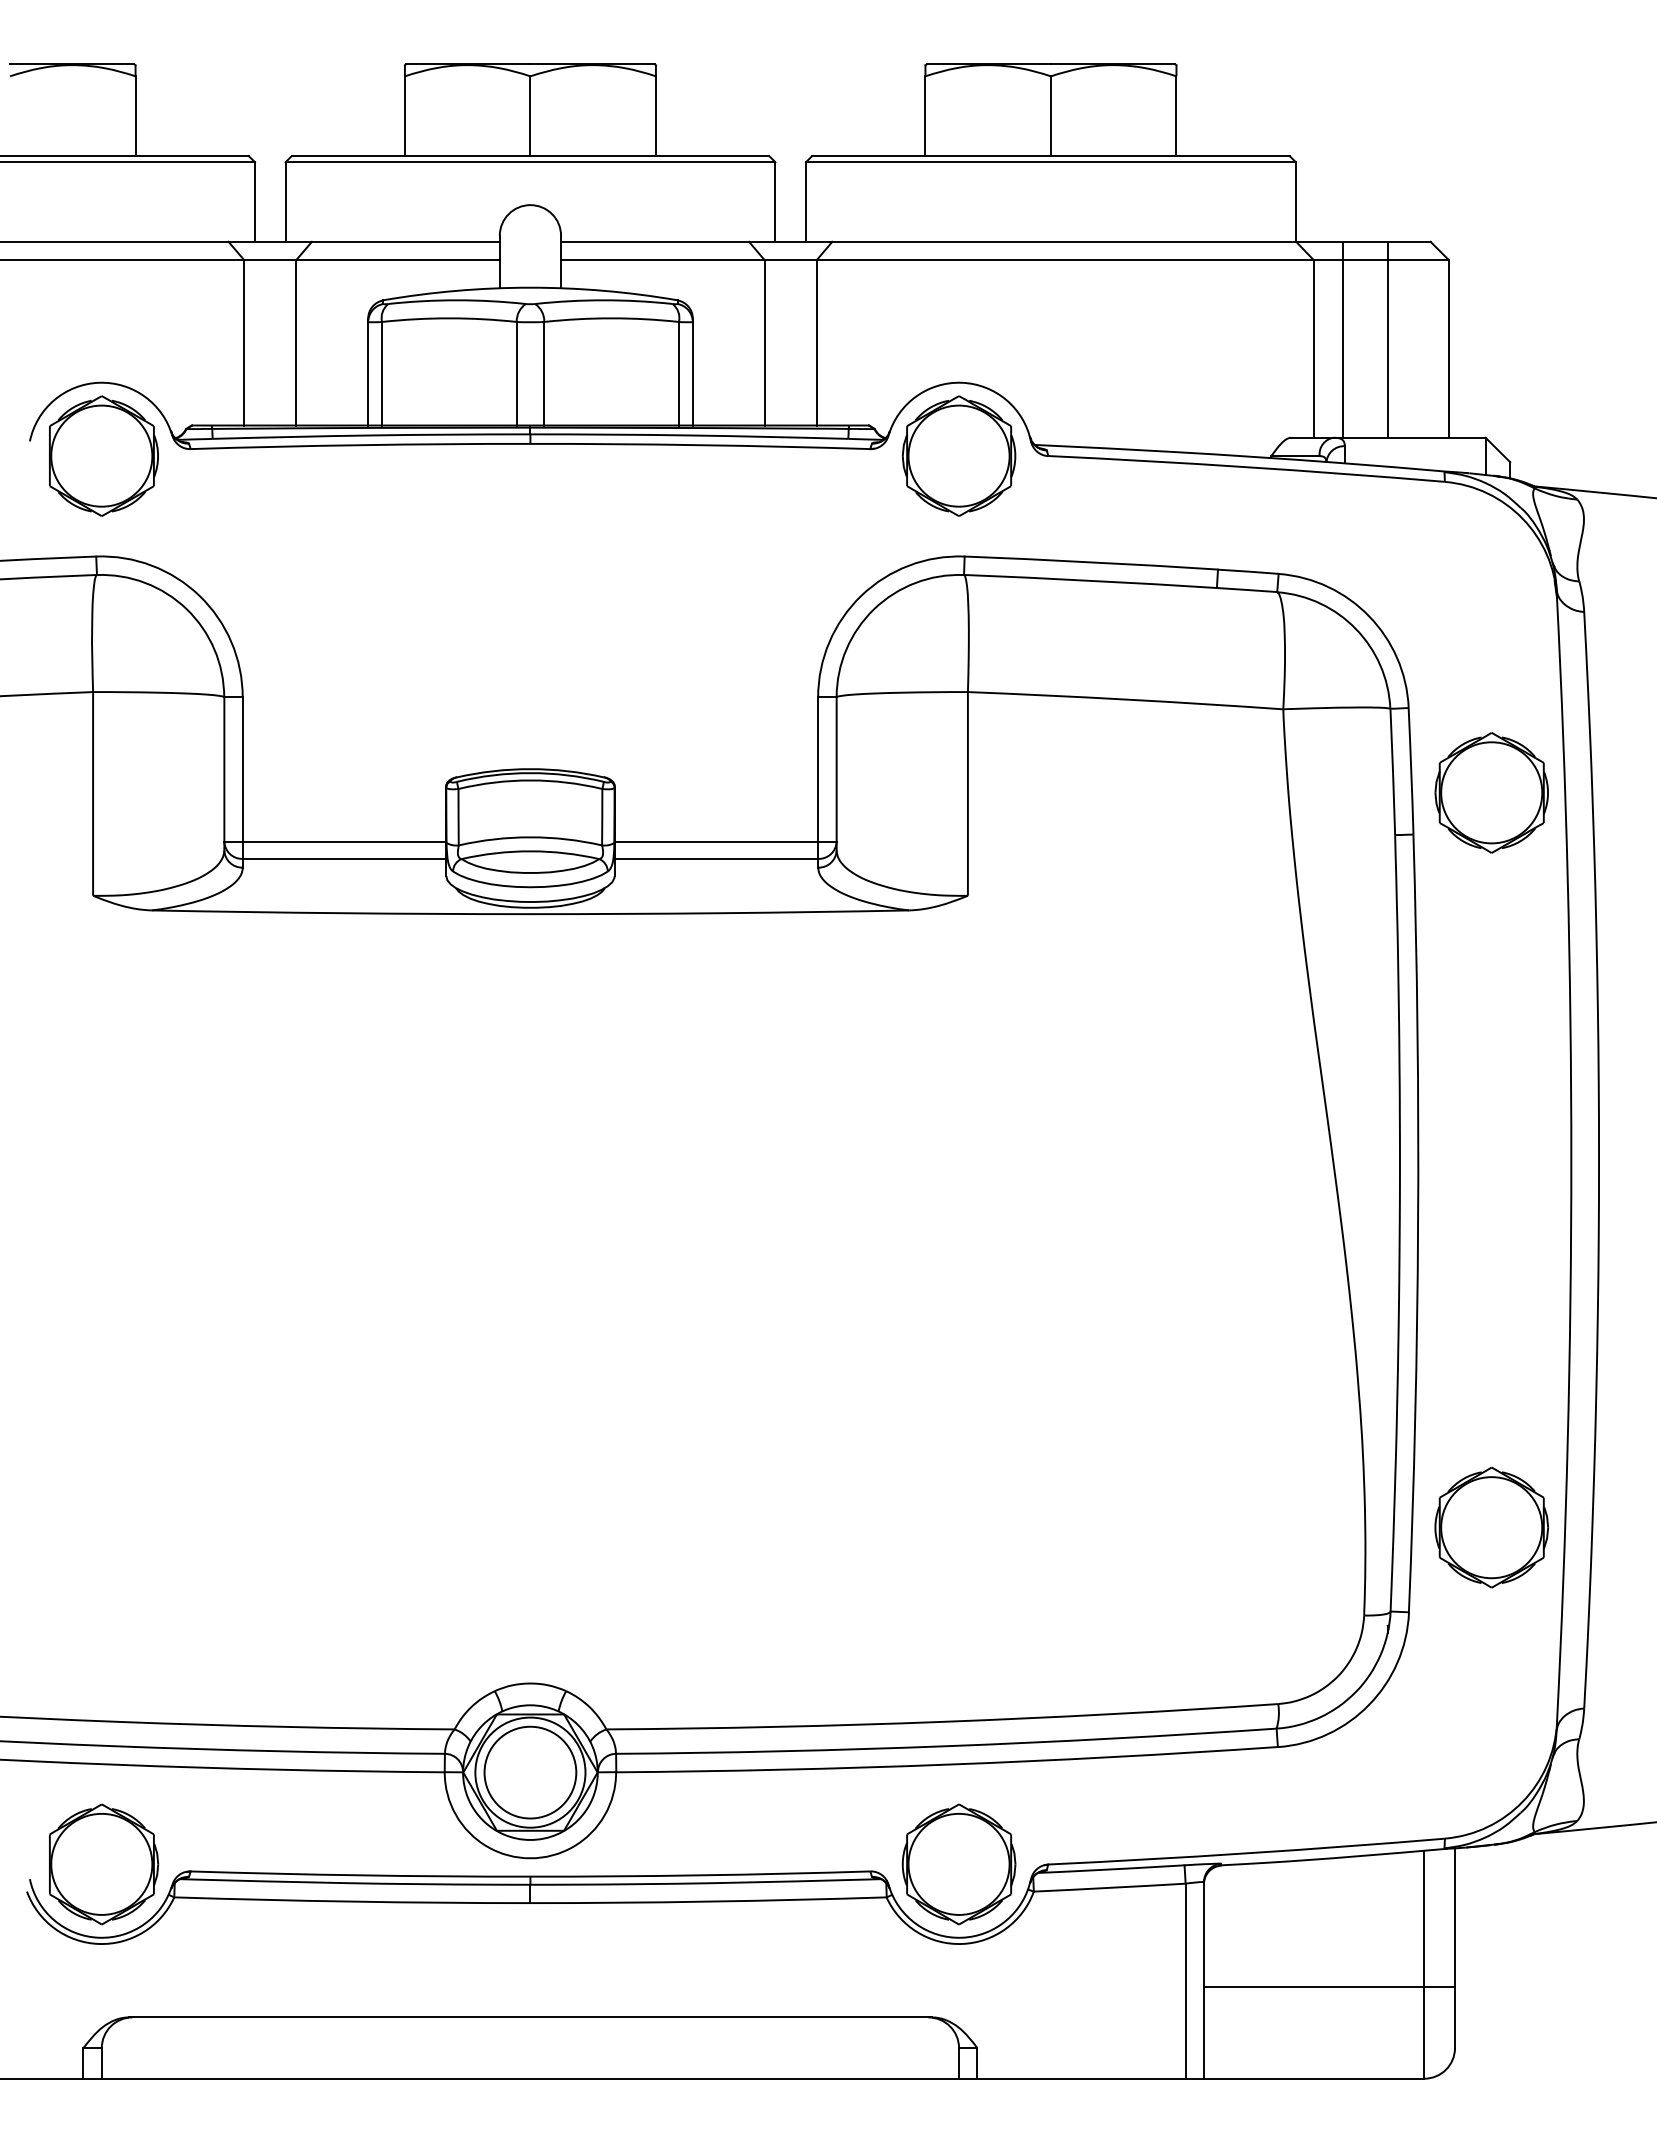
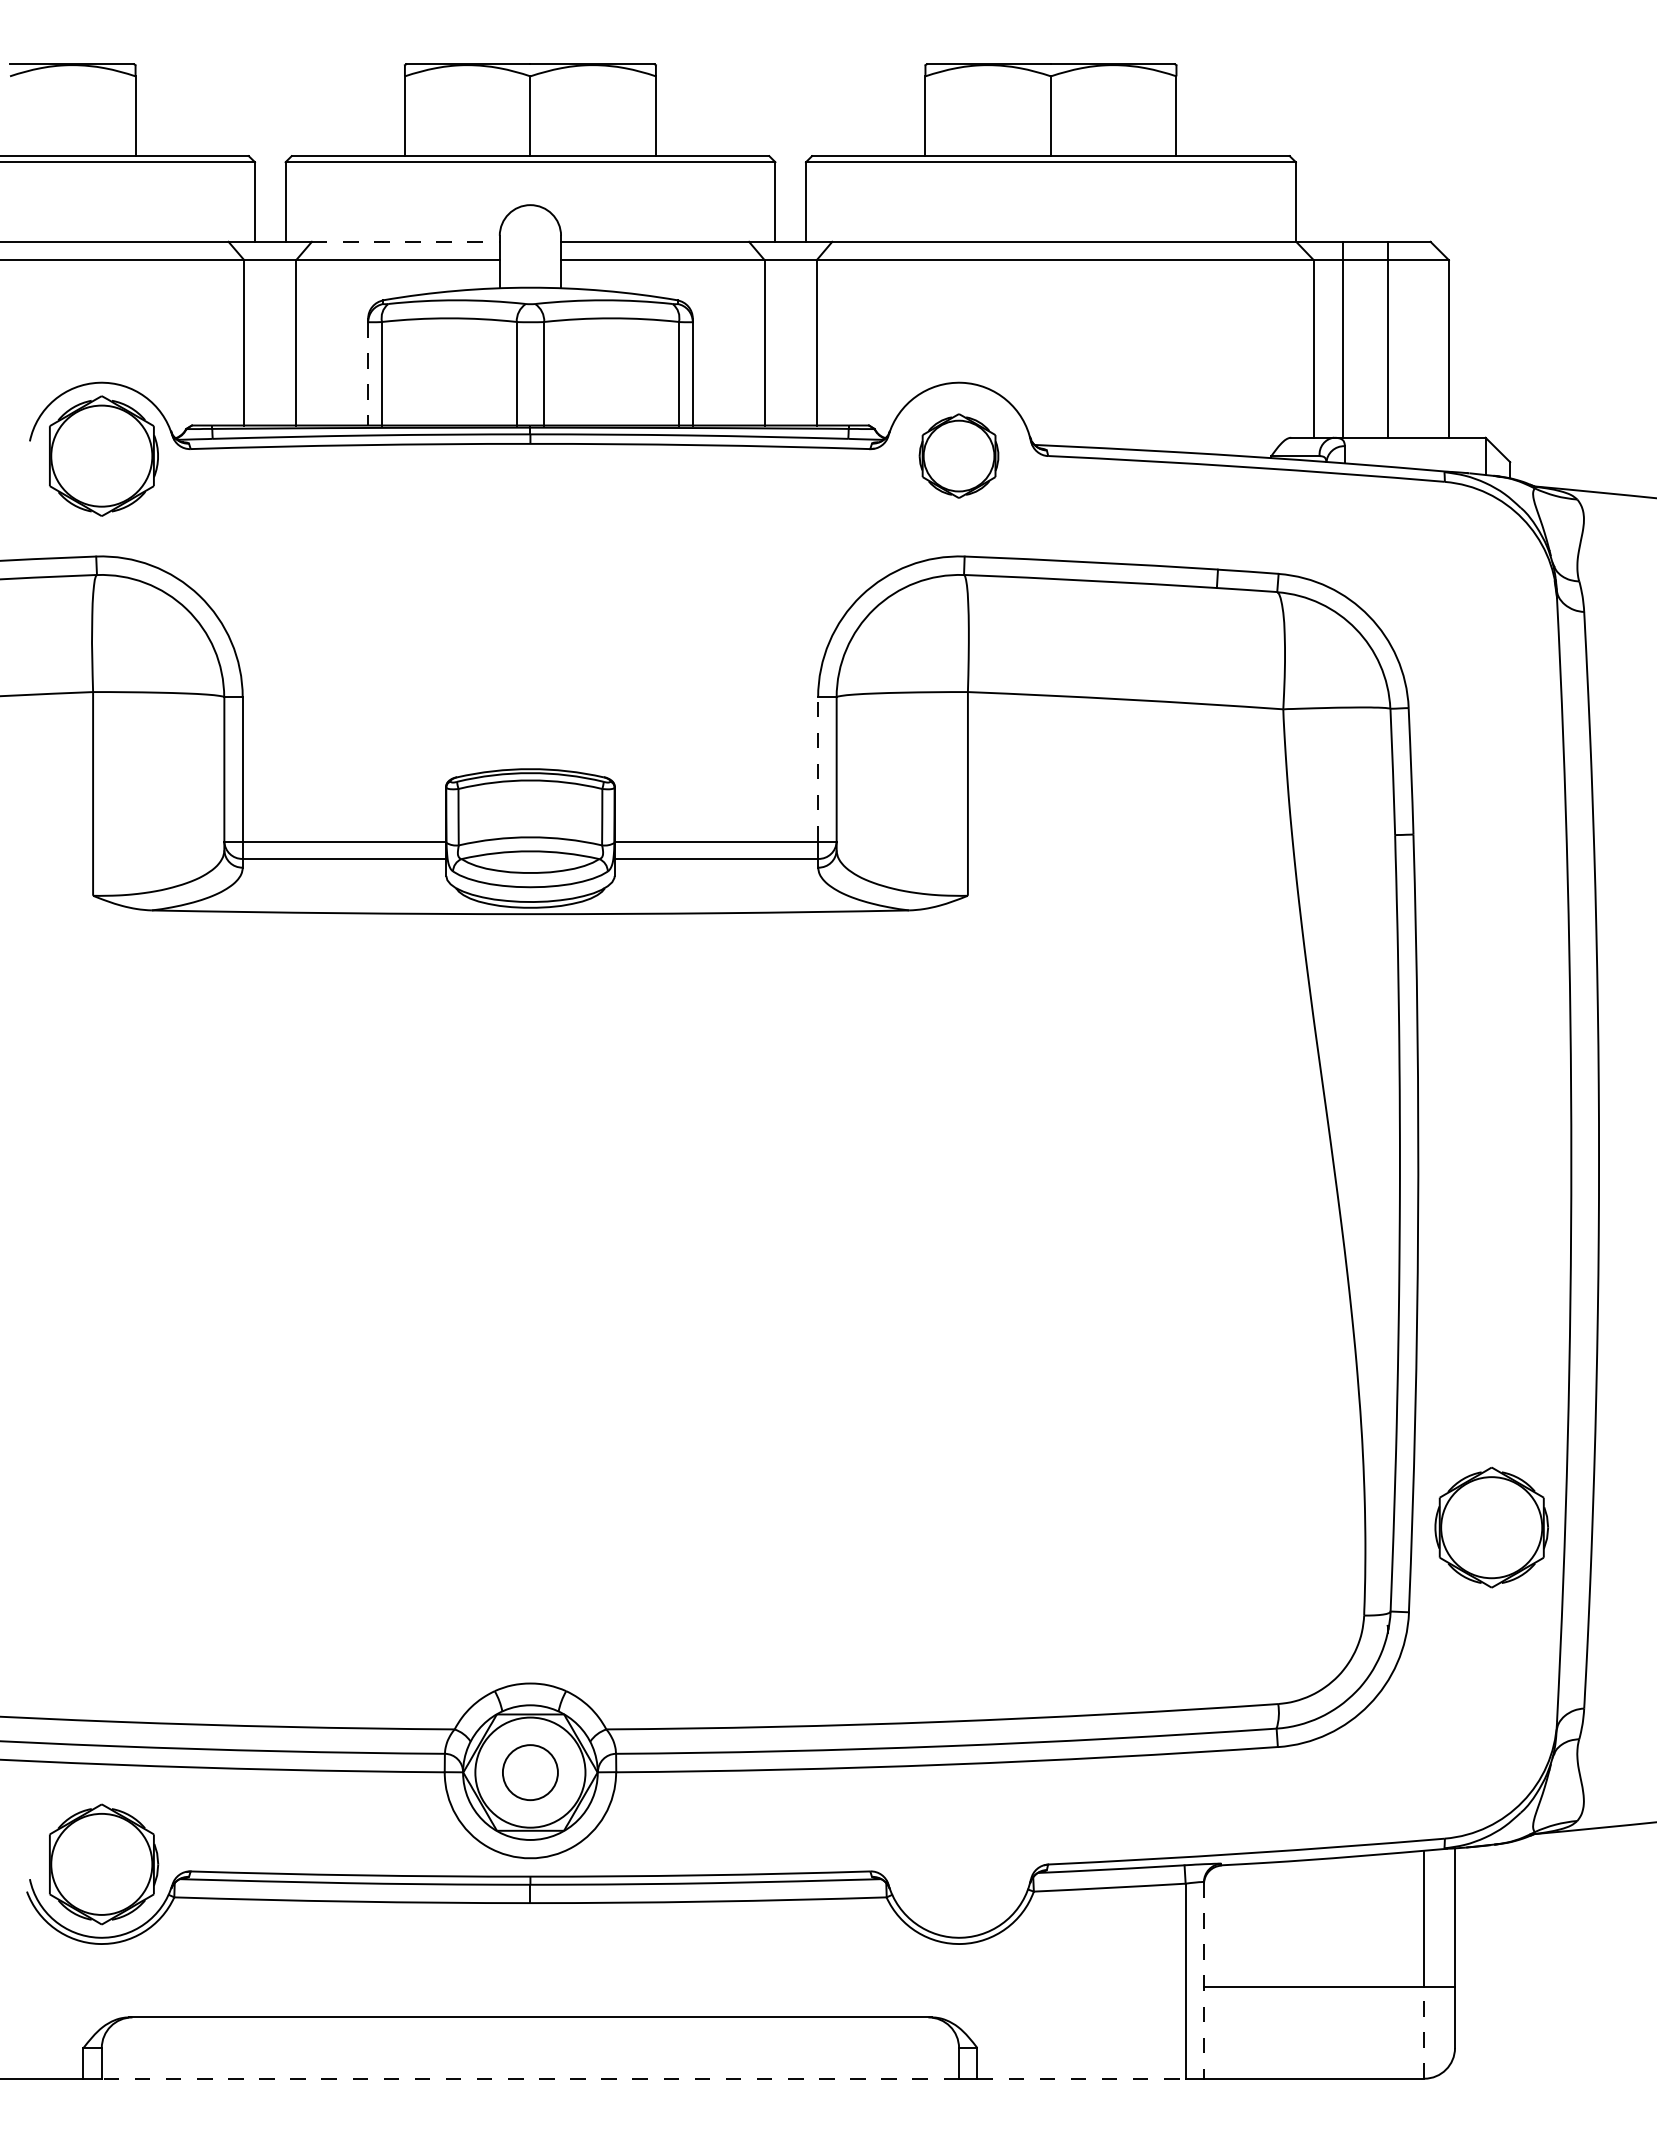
line at (406, 241): solid -> dashed
line at (368, 373): solid -> dashed
part at (958, 455) size: 116x122 px -> 82x86 px
line at (818, 768): solid -> dashed
part at (1491, 792): present -> none
circle at (530, 1772) diameter: 92 px -> 55 px
part at (958, 1864): present -> none
line at (1204, 1980): solid -> dashed
line at (1424, 2032): solid -> dashed
line at (530, 2078): solid -> dashed
line at (1082, 2078): solid -> dashed
